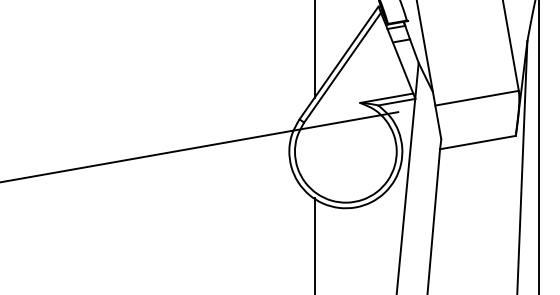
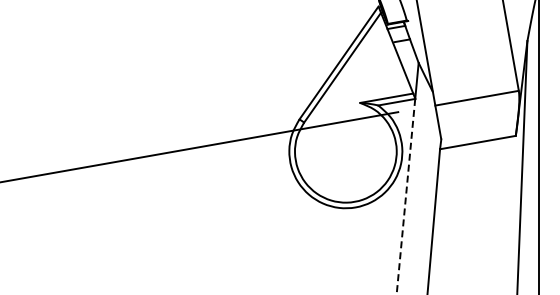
line at (314, 49): present -> none
line at (405, 197): solid -> dashed
line at (314, 244): present -> none
